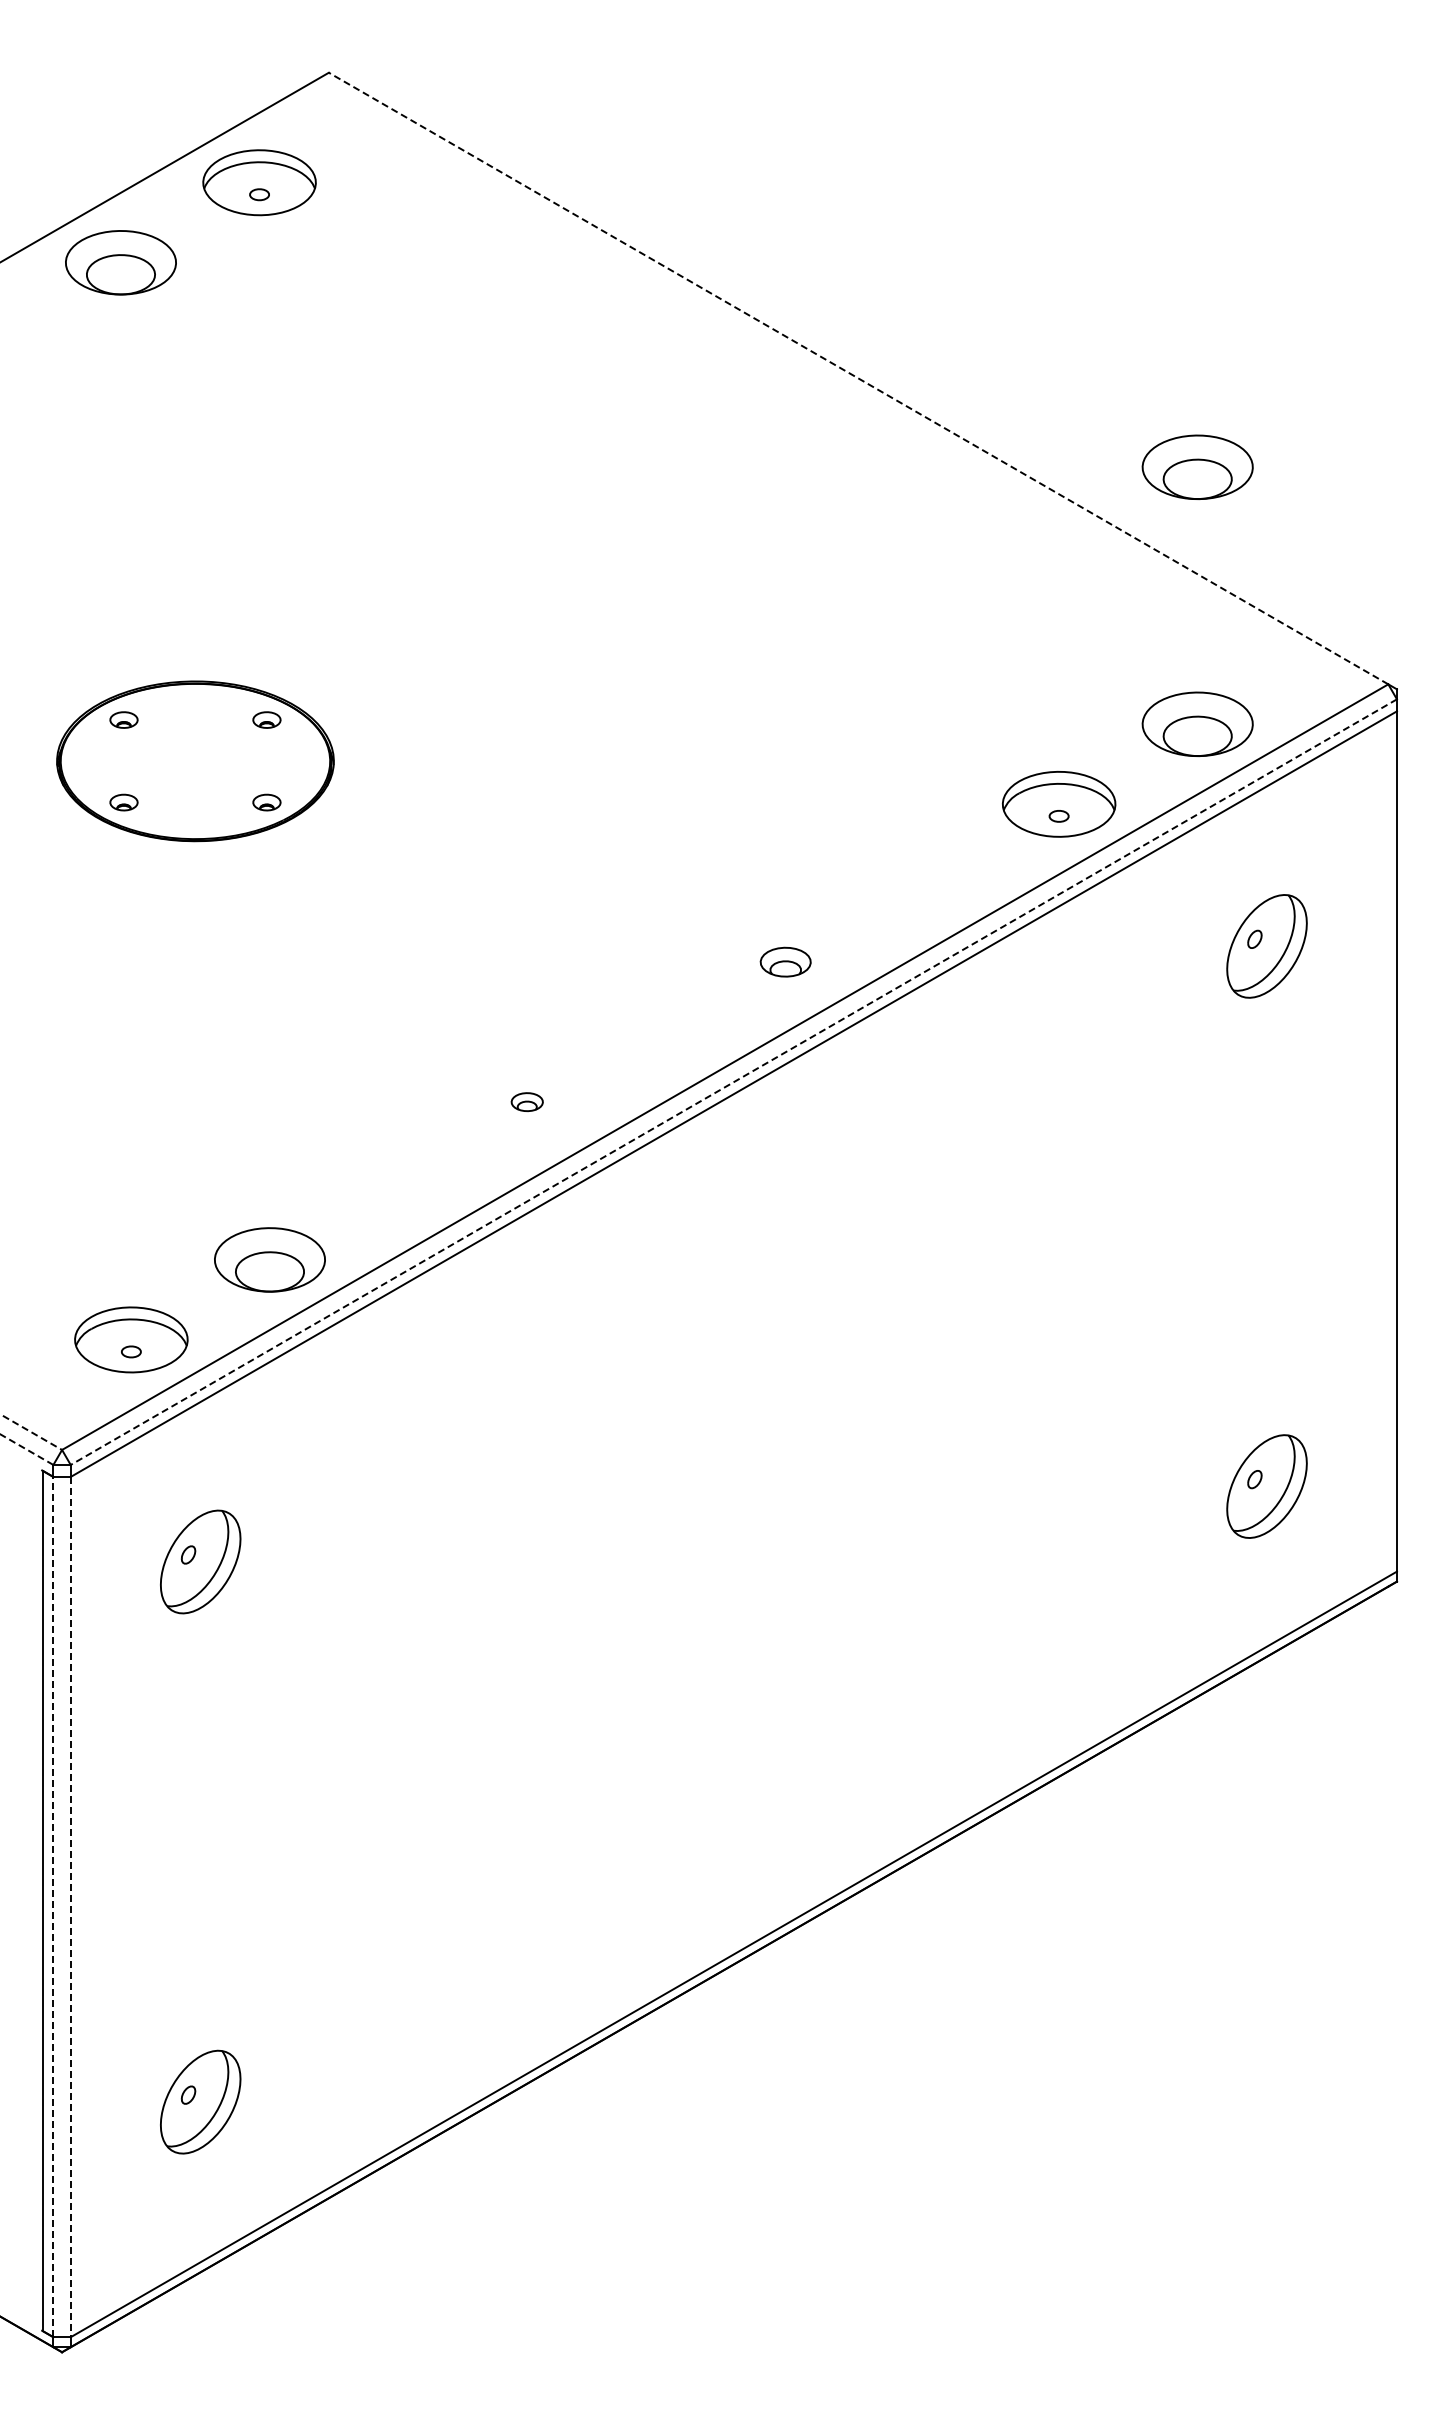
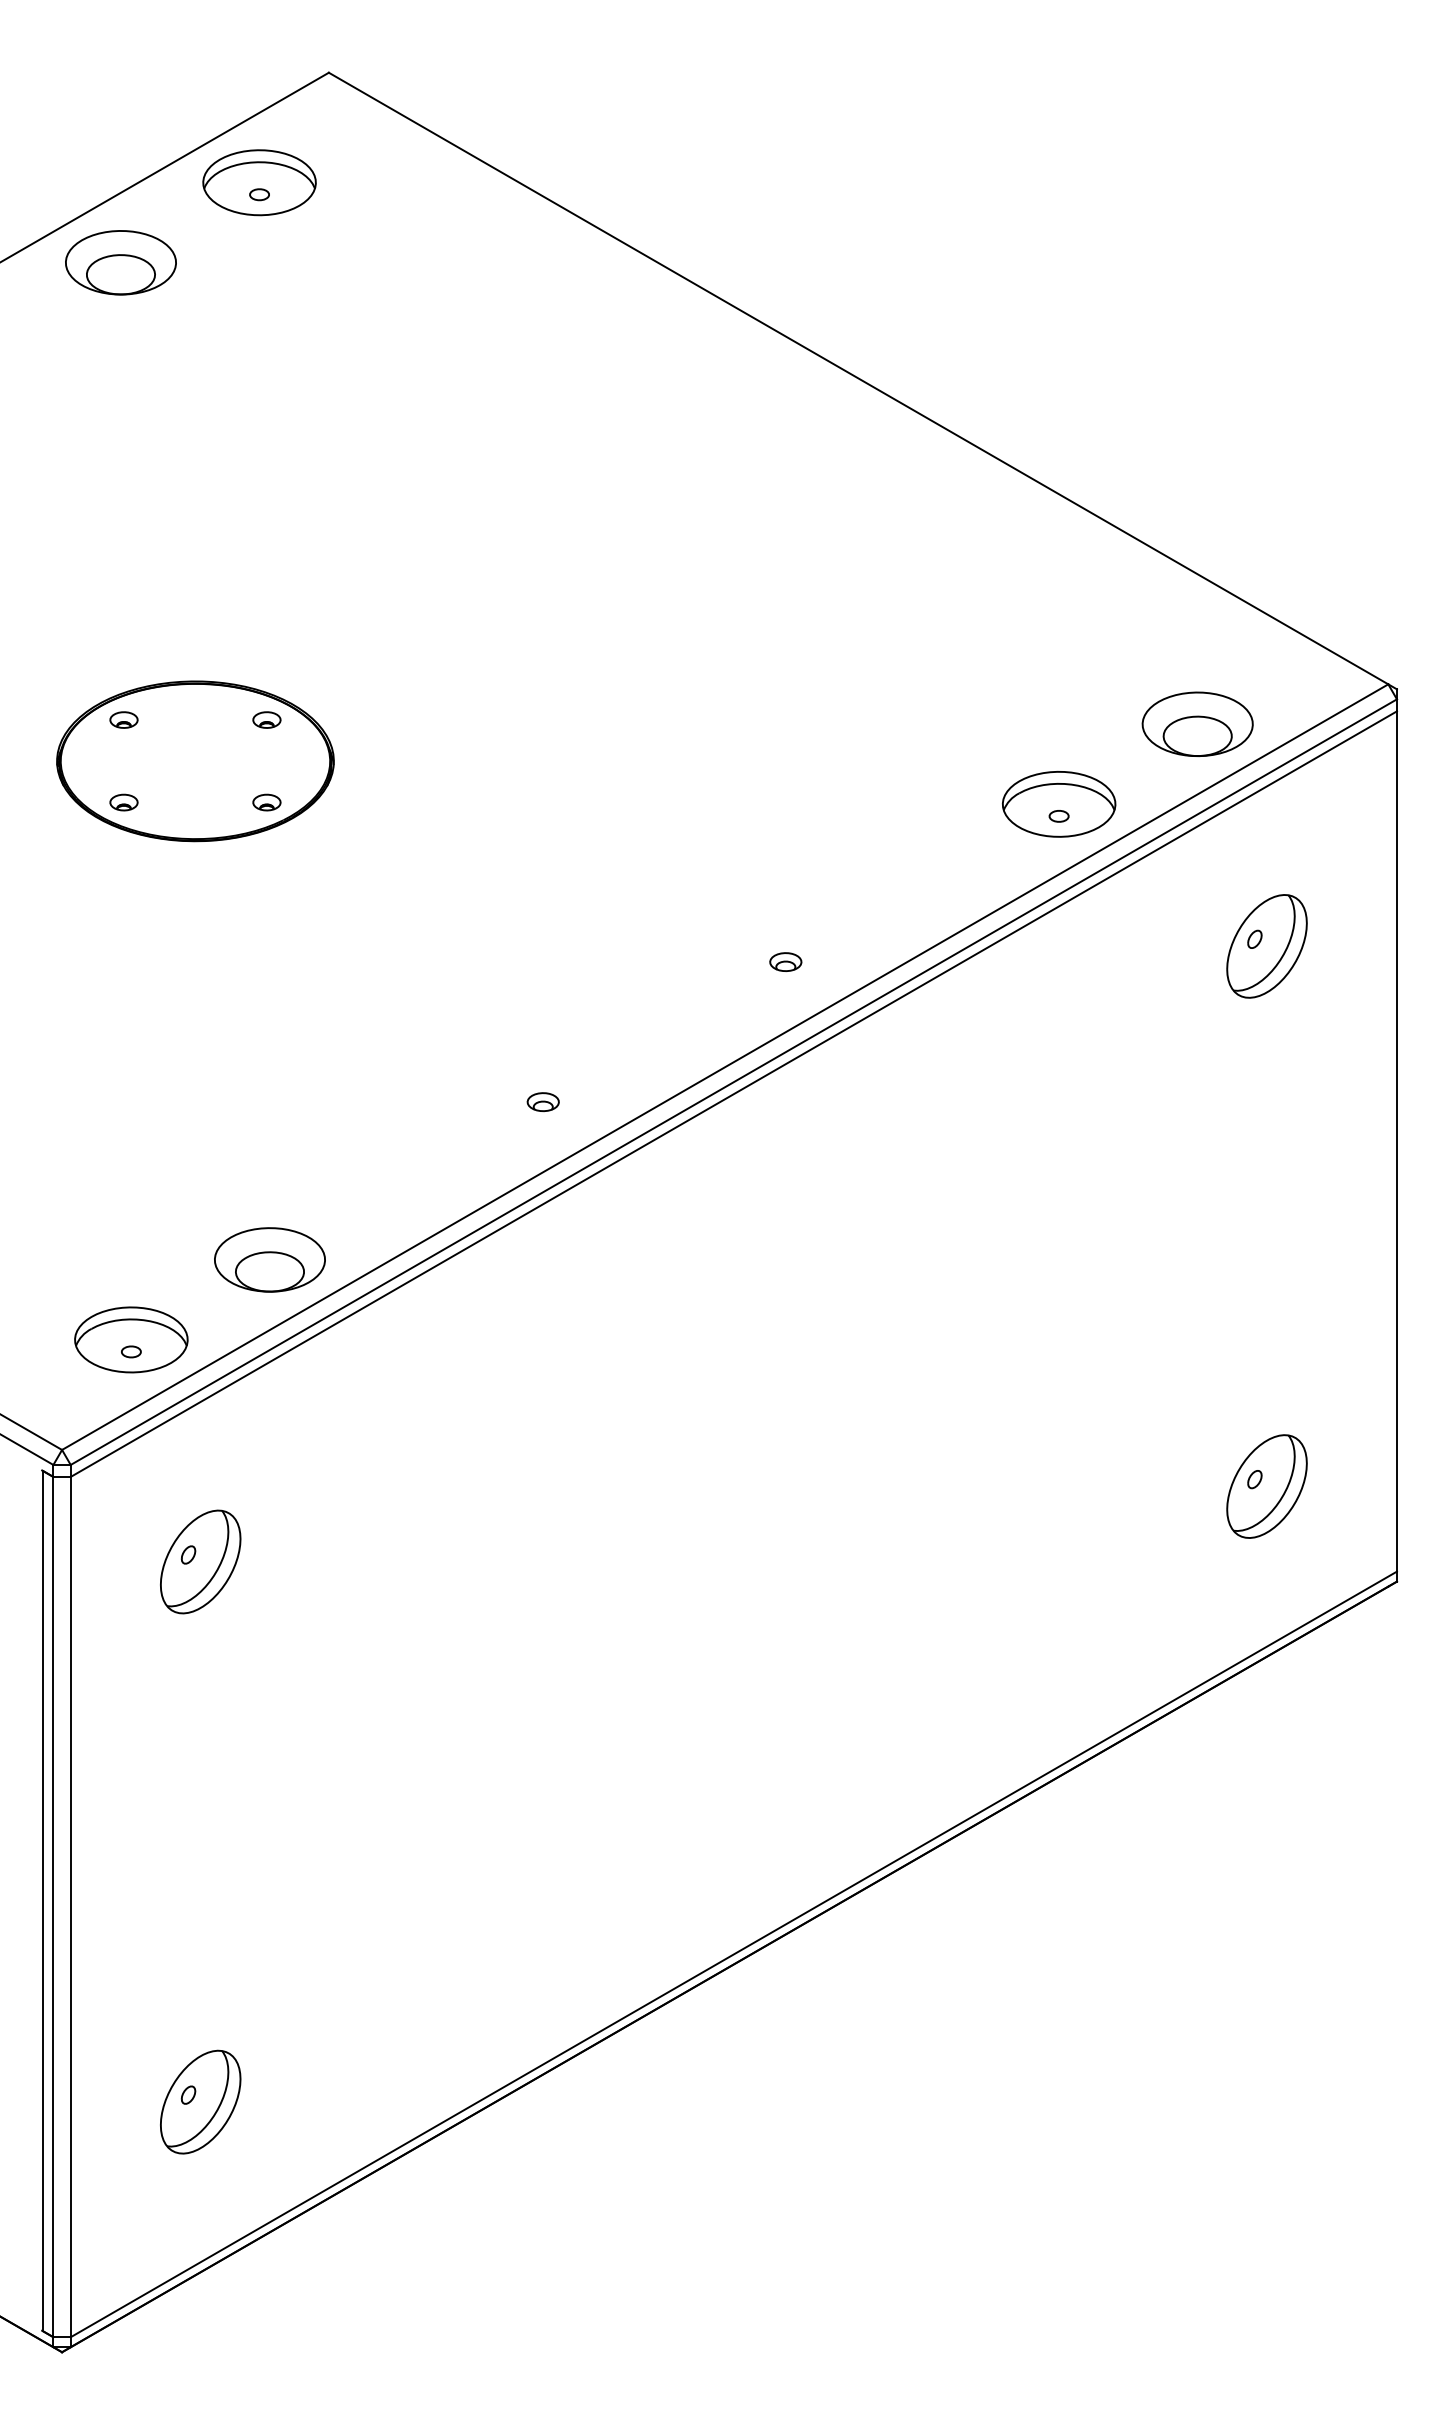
line at (858, 378): dashed -> solid
part at (1197, 466): present -> none
part at (785, 961) size: 53x32 px -> 34x20 px
line at (733, 1082): dashed -> solid
part at (526, 1101) position: (526, 1101) -> (542, 1101)
line at (31, 1432): dashed -> solid
line at (26, 1449): dashed -> solid
line at (53, 1906): dashed -> solid
line at (70, 1907): dashed -> solid
